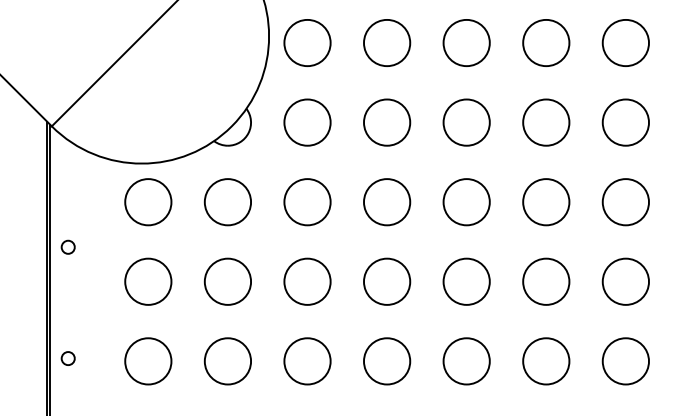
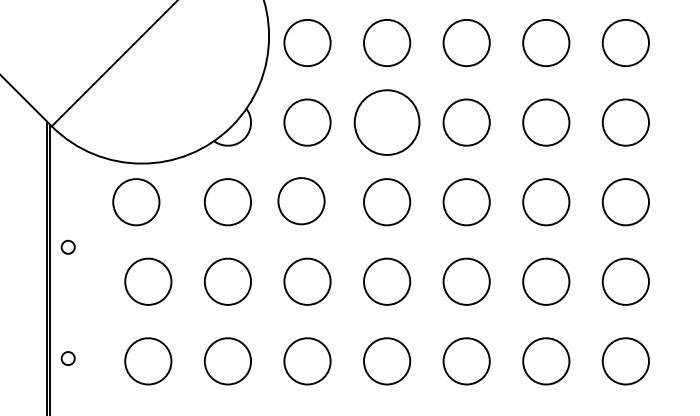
circle at (387, 122) diameter: 46 px -> 65 px
circle at (148, 202) position: (148, 202) -> (136, 202)
circle at (307, 202) position: (307, 202) -> (301, 201)
